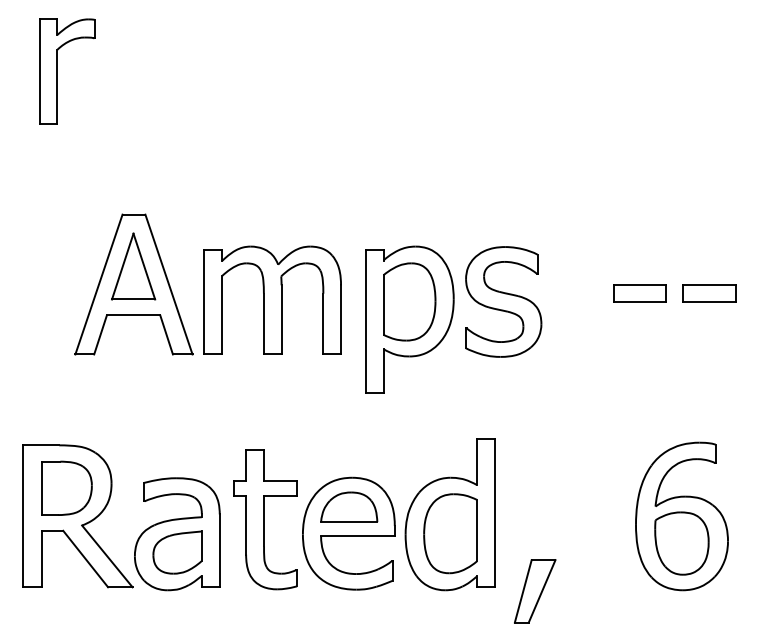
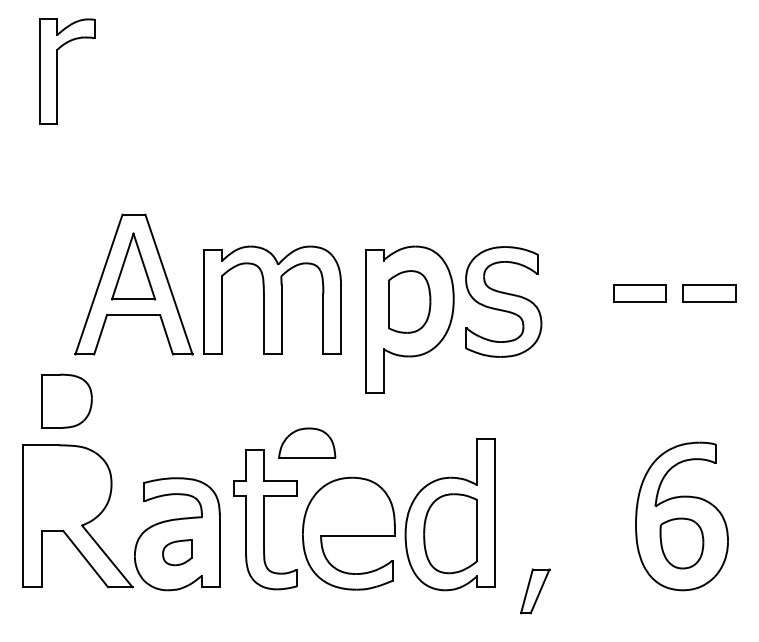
part at (409, 301) size: 54x80 px -> 44x64 px
part at (66, 487) position: (66, 487) -> (66, 400)
part at (349, 506) position: (349, 506) -> (307, 442)
part at (681, 543) size: 56x65 px -> 46x53 px
part at (177, 552) size: 51x45 px -> 31x28 px
part at (535, 591) size: 43x65 px -> 31x47 px
